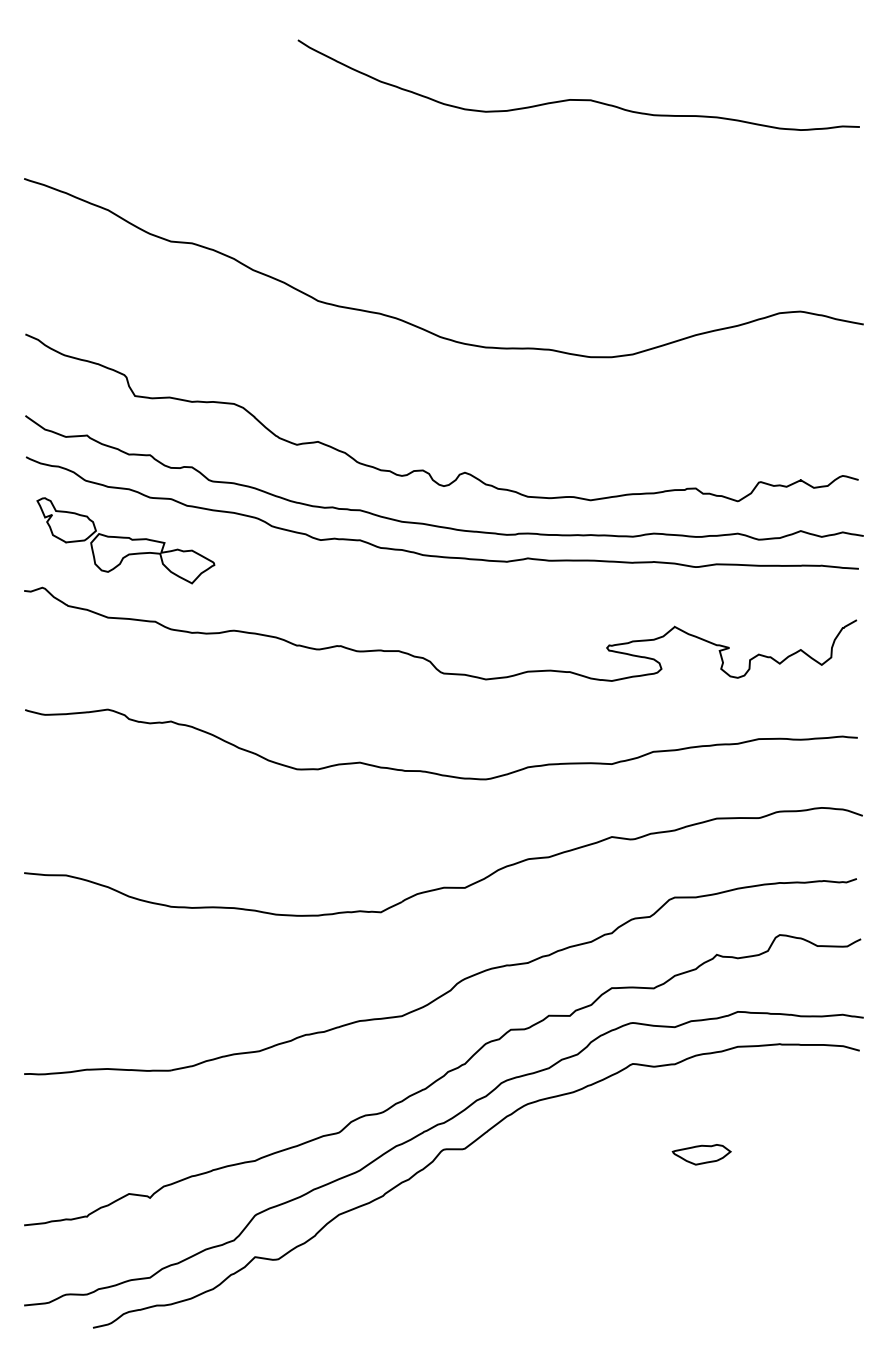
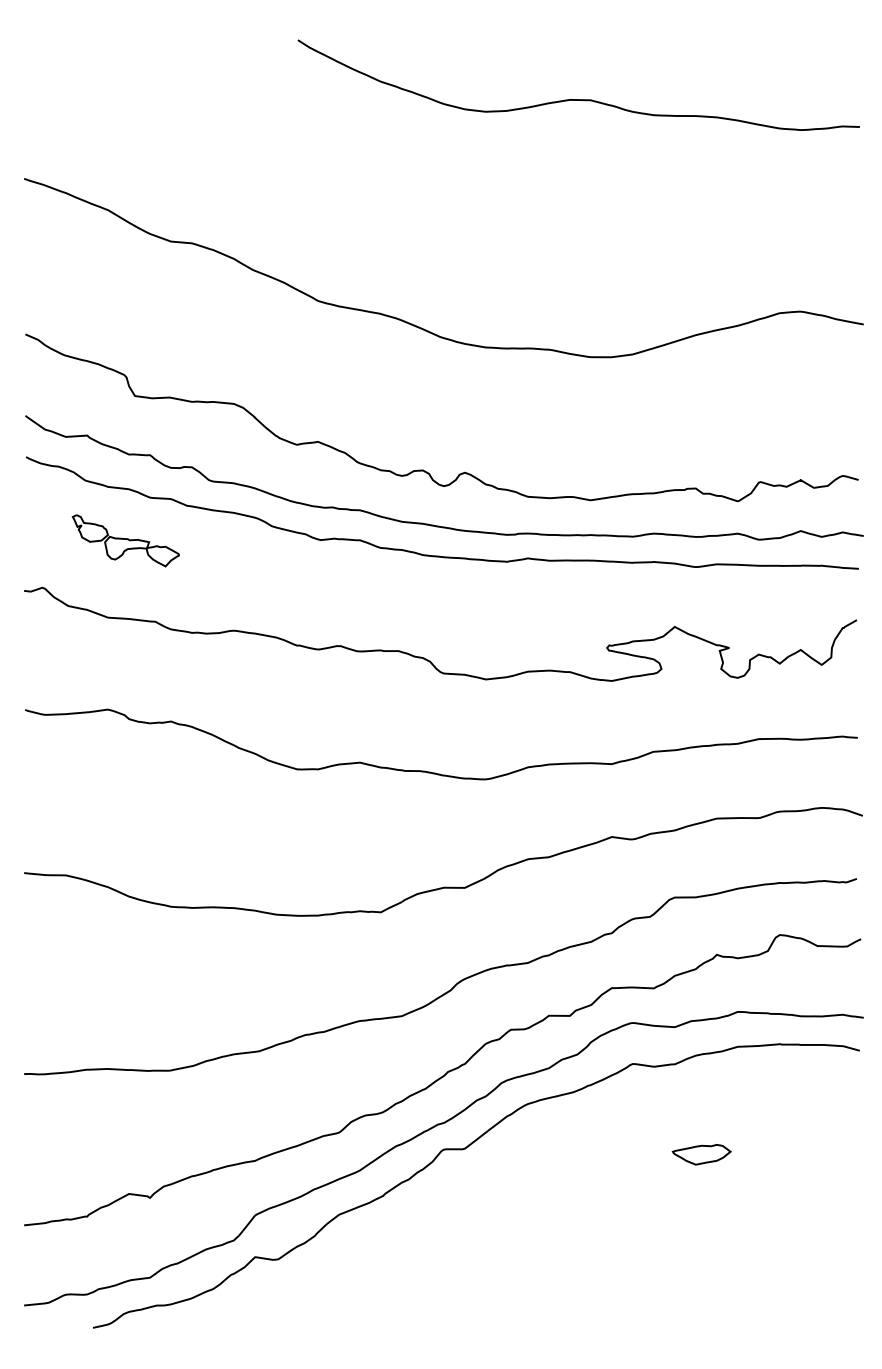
part at (125, 540) size: 180x88 px -> 109x54 px
